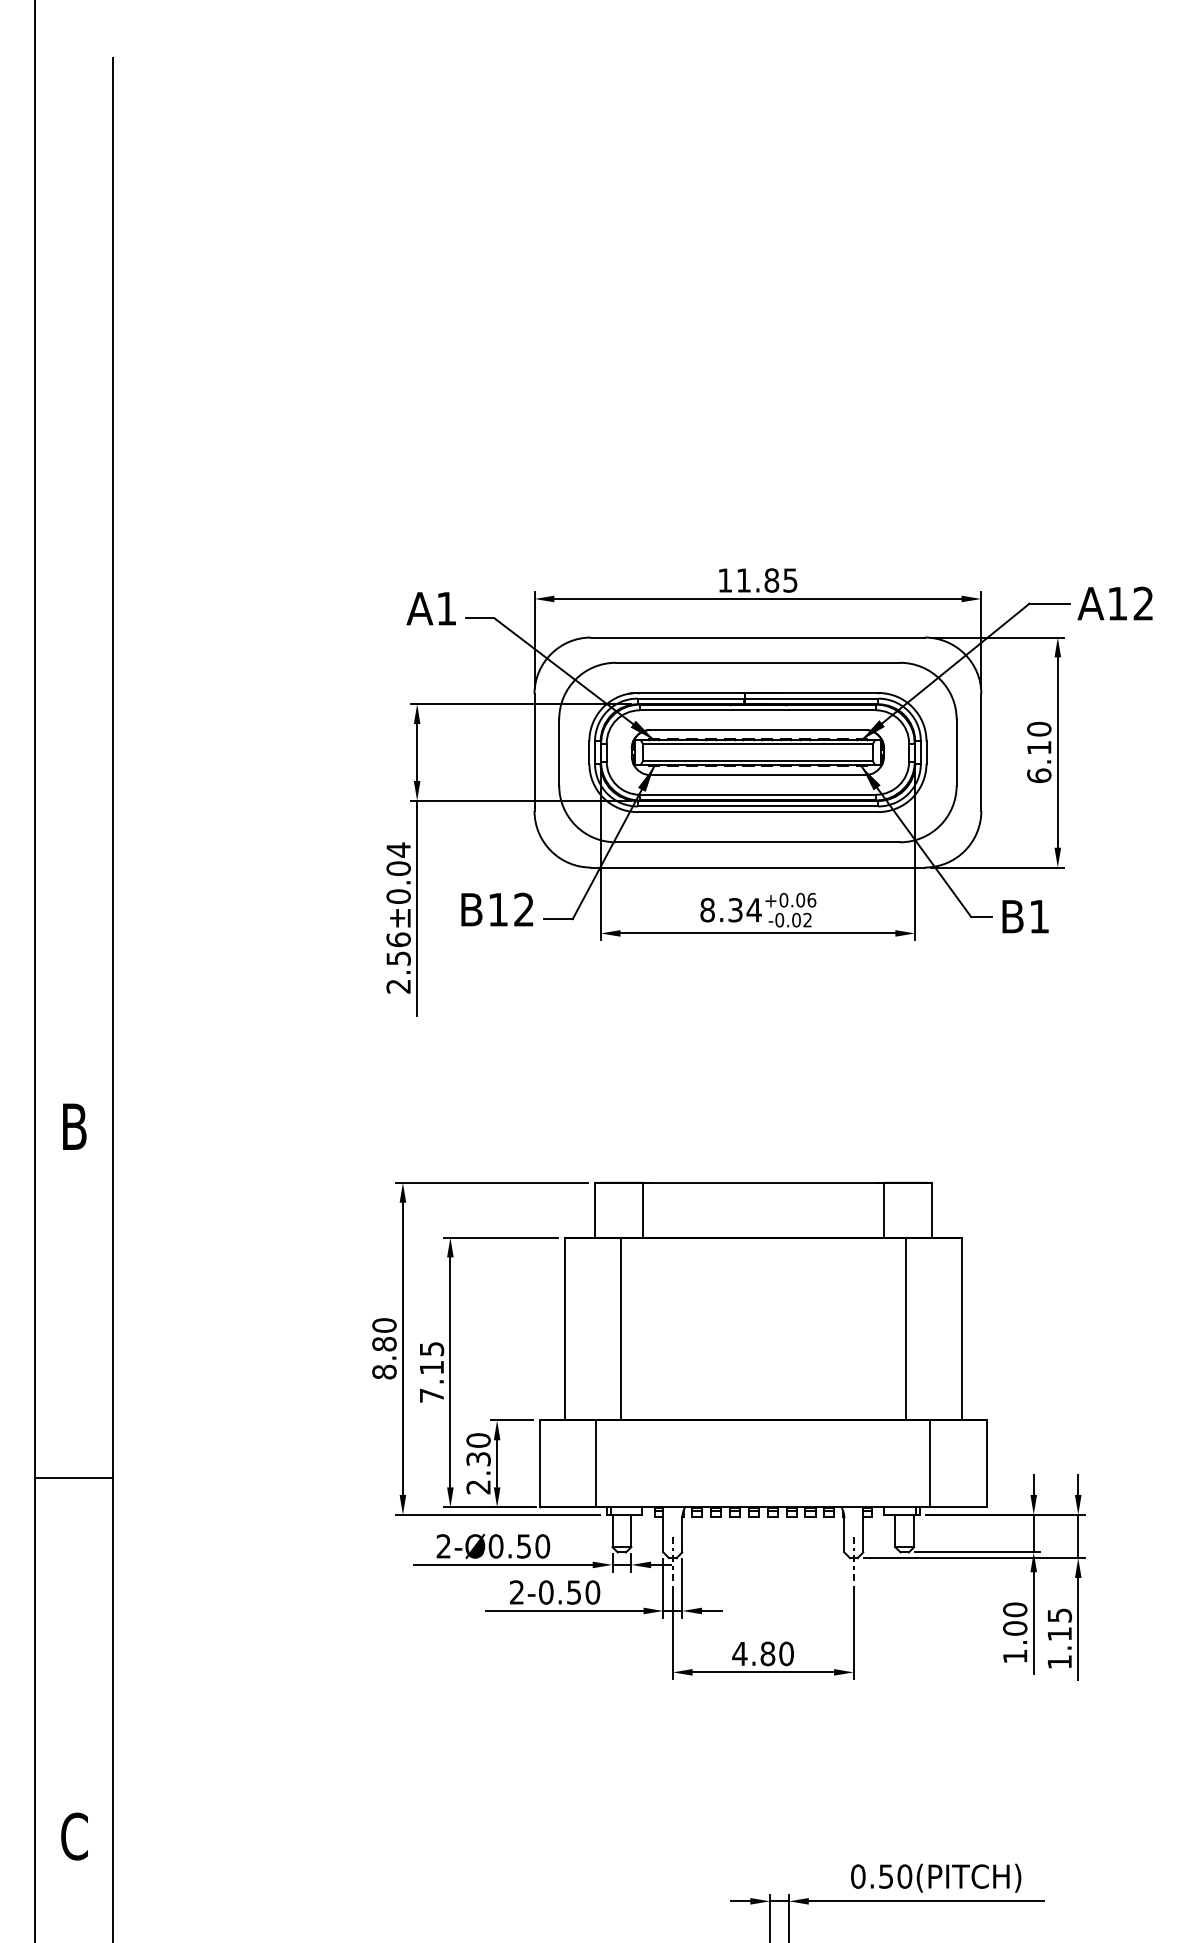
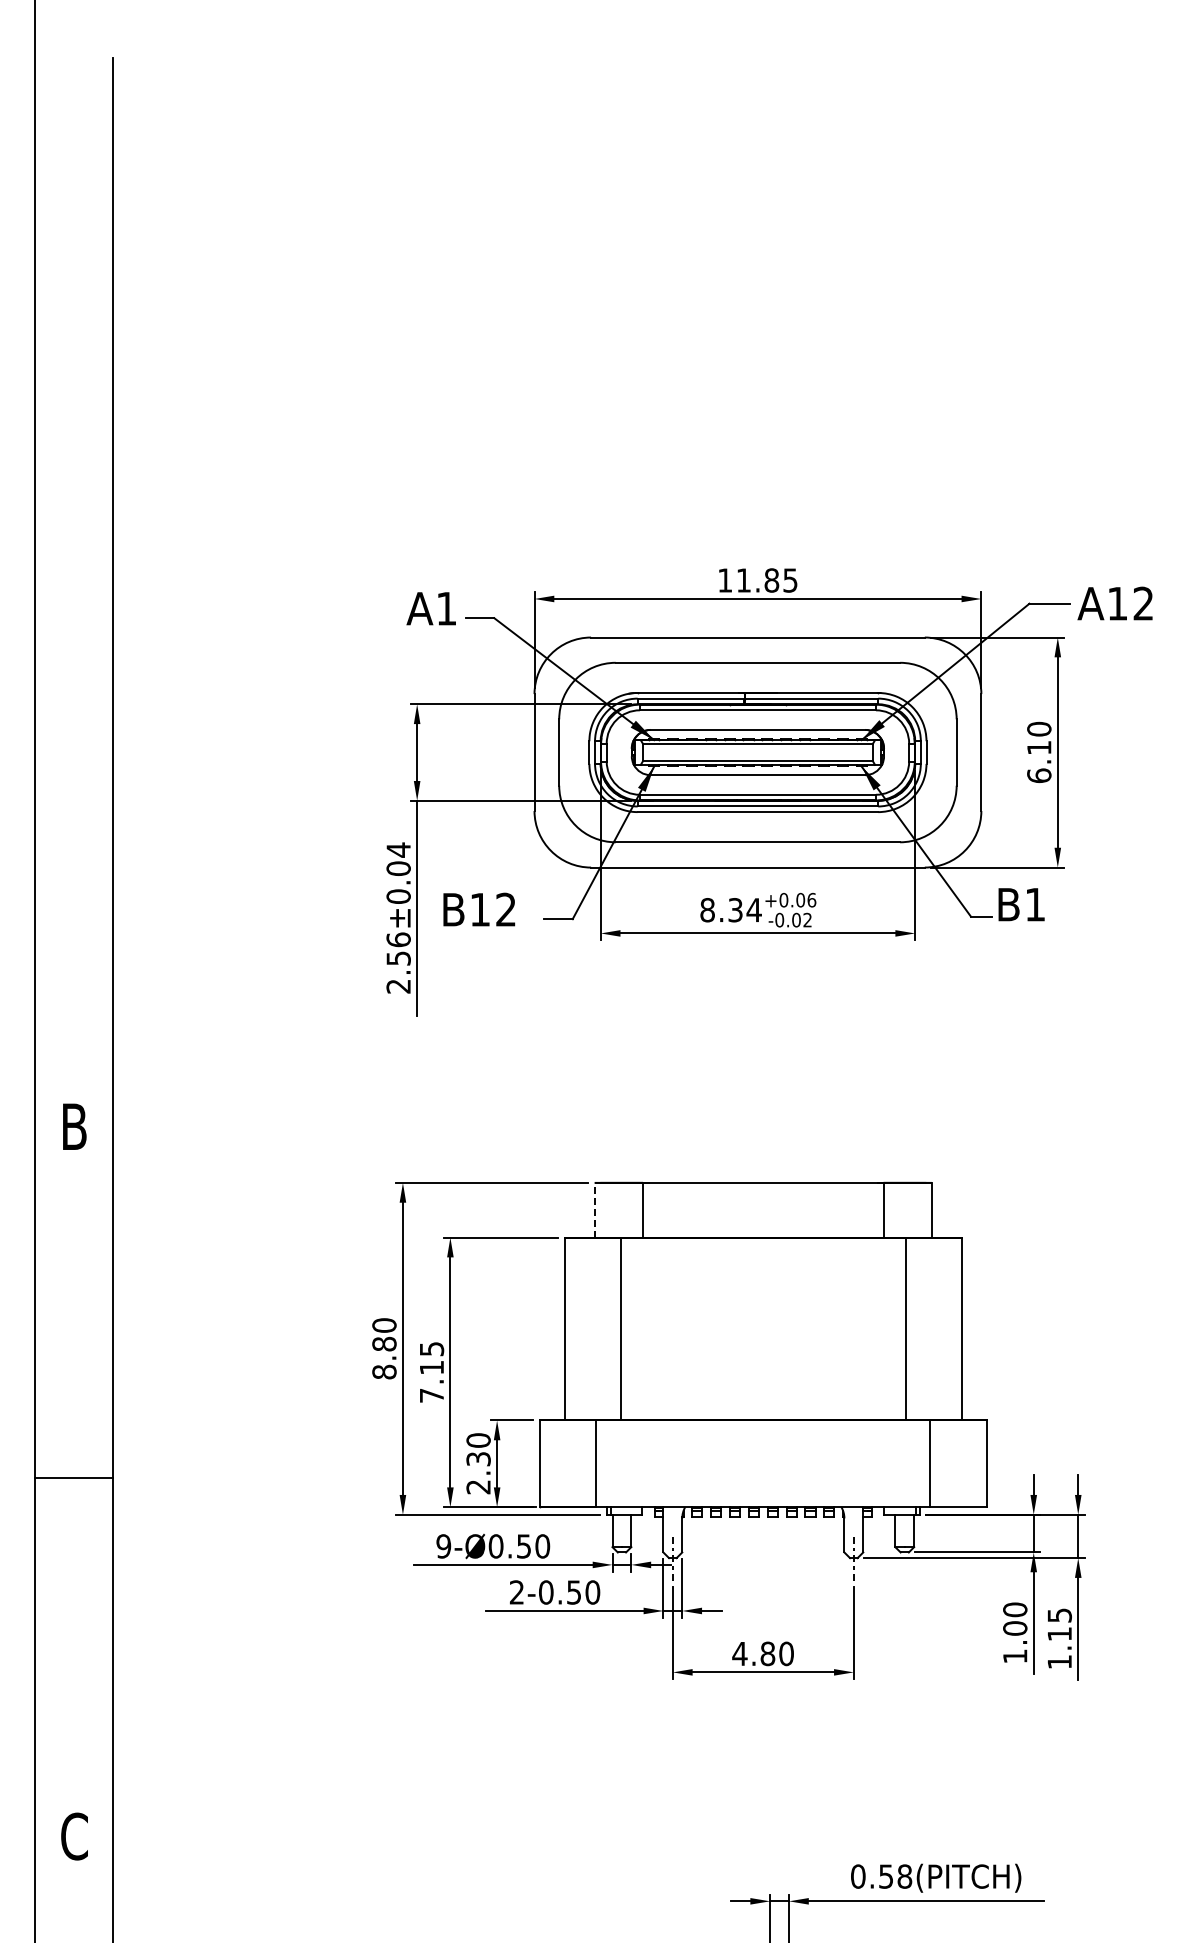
text at (497, 909) position: (497, 909) -> (479, 909)
text at (1025, 916) position: (1025, 916) -> (1021, 904)
line at (594, 1209): solid -> dashed
text at (443, 1546): 2-Ø0.50 -> 9-Ø0.50
text at (904, 1876): 0.50(PITCH) -> 0.58(PITCH)
